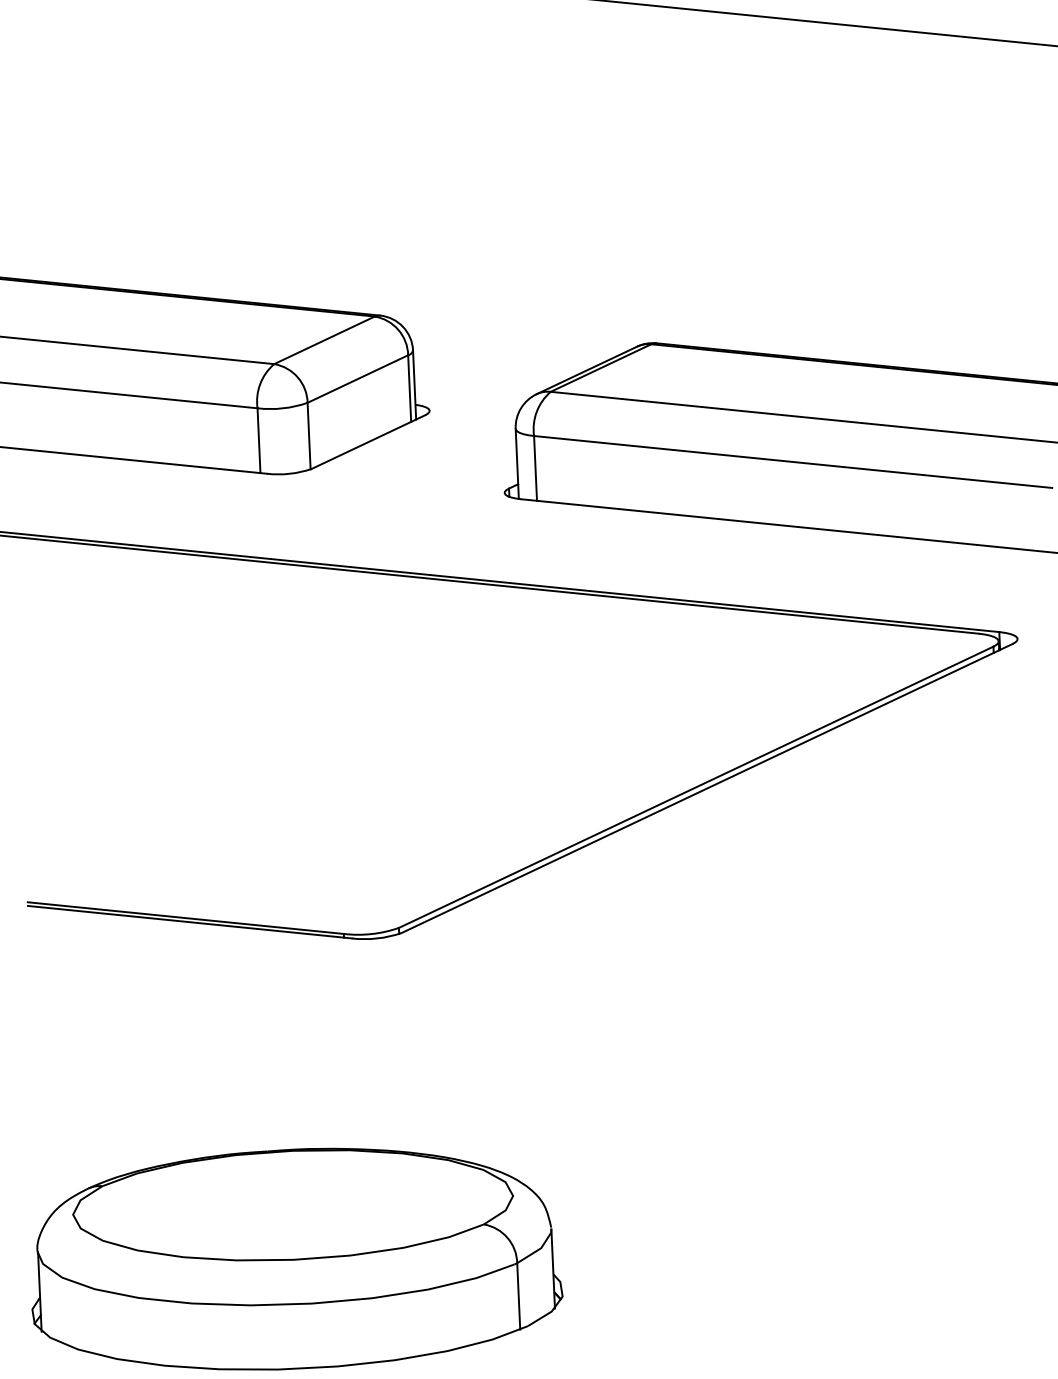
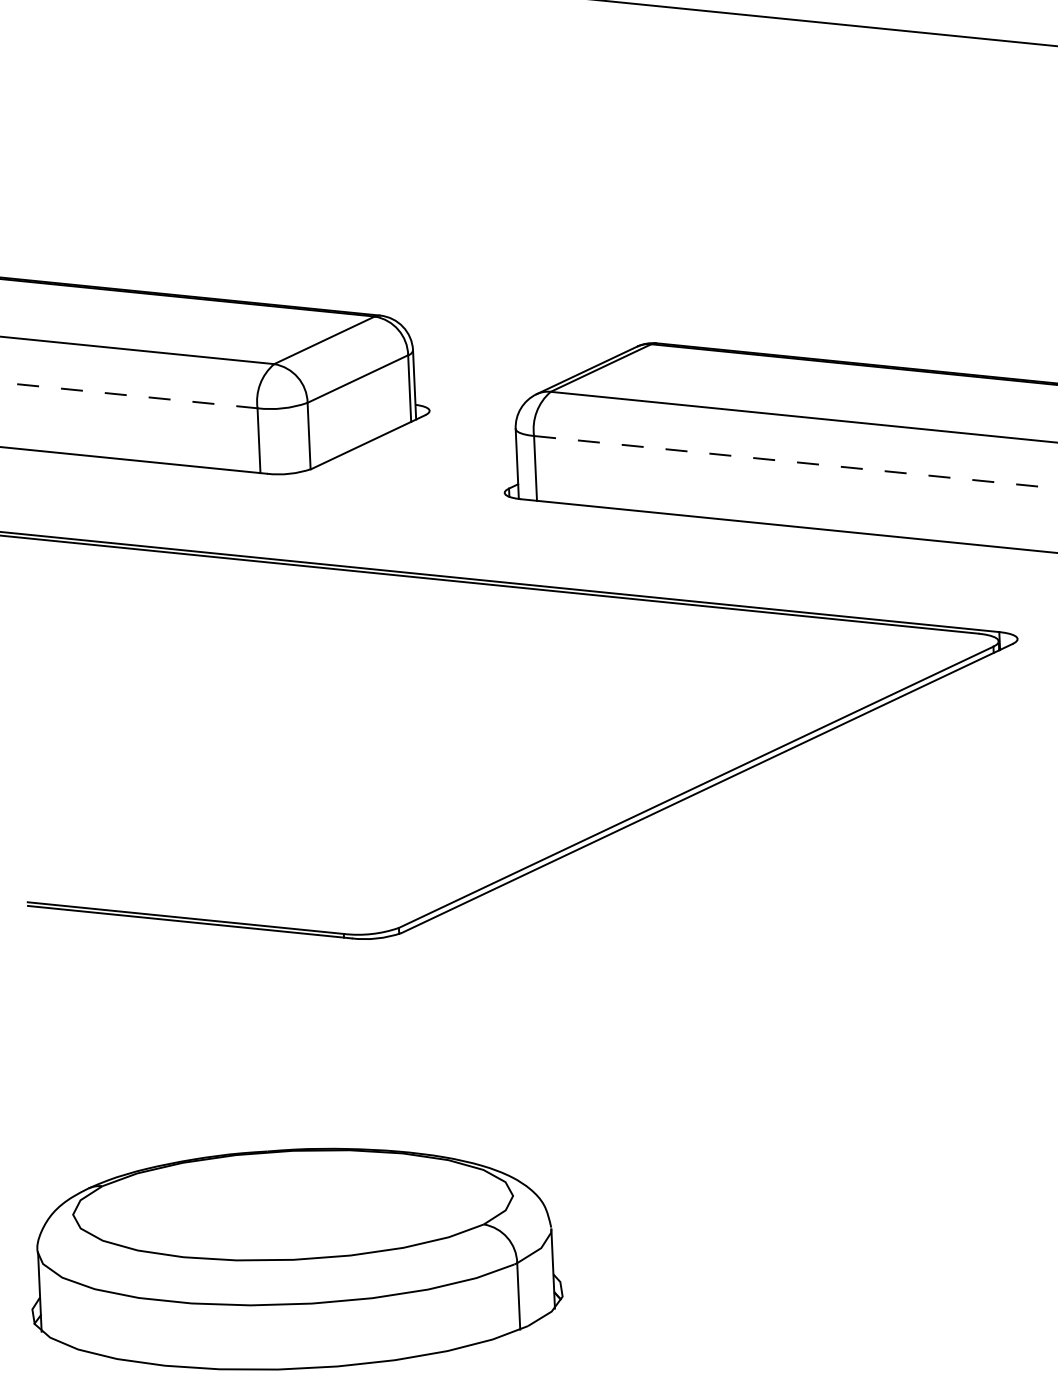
line at (129, 395): solid -> dashed
line at (793, 462): solid -> dashed
